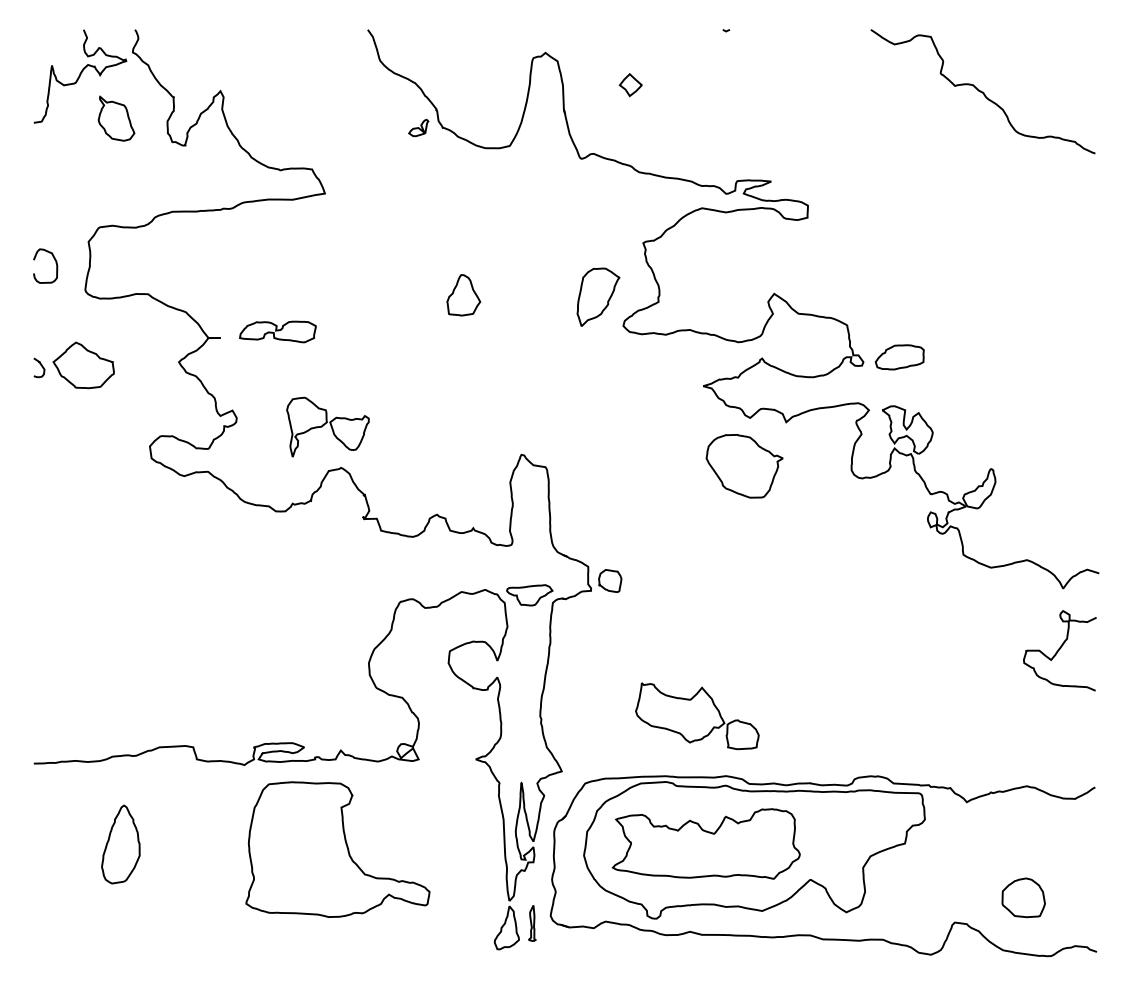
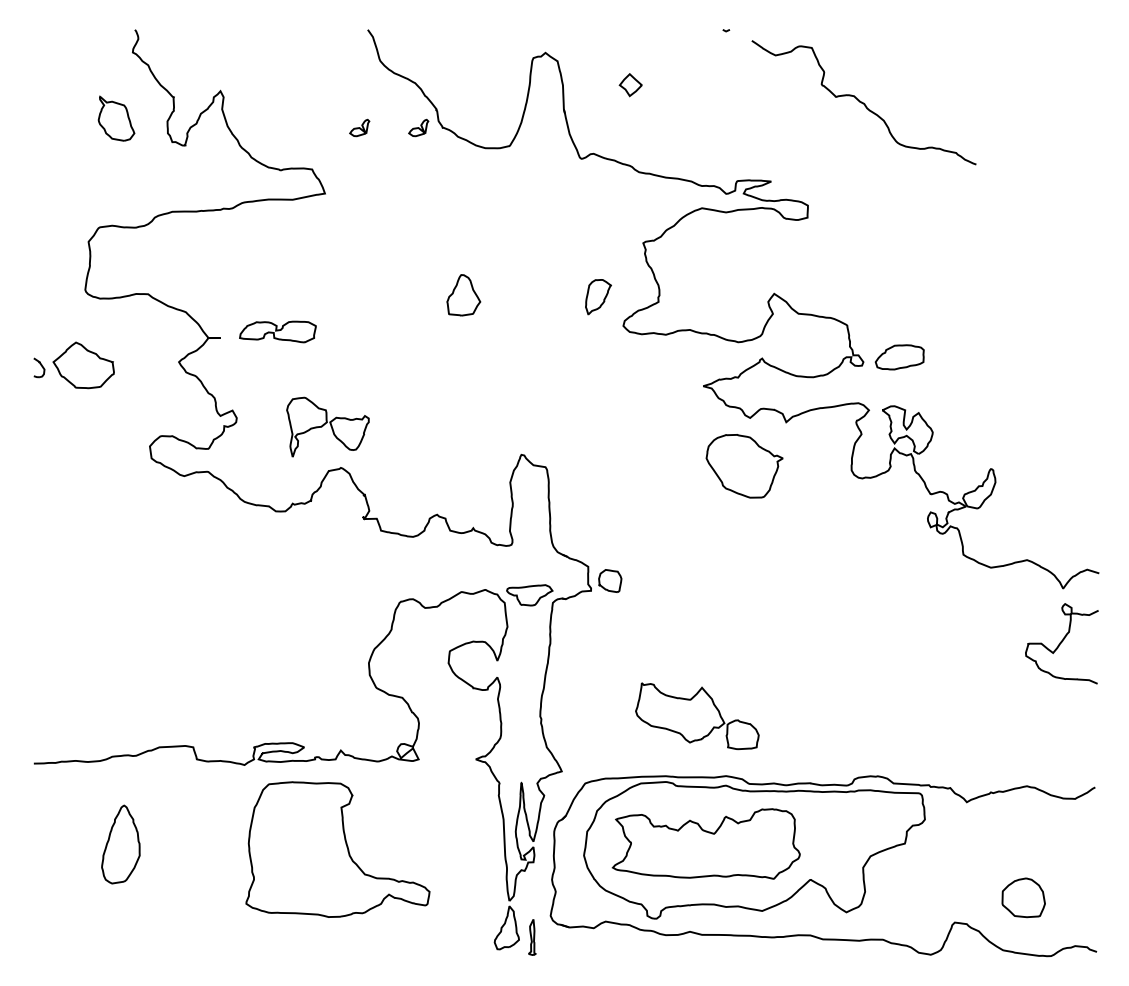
curve at (80, 76): present -> none
curve at (982, 91) position: (982, 91) -> (863, 102)
part at (359, 127): none -> present
part at (55, 263): present -> none
part at (598, 296) size: 45x60 px -> 27x37 px
curve at (1059, 650) position: (1059, 650) -> (1061, 643)
part at (532, 923) position: (532, 923) -> (532, 937)
